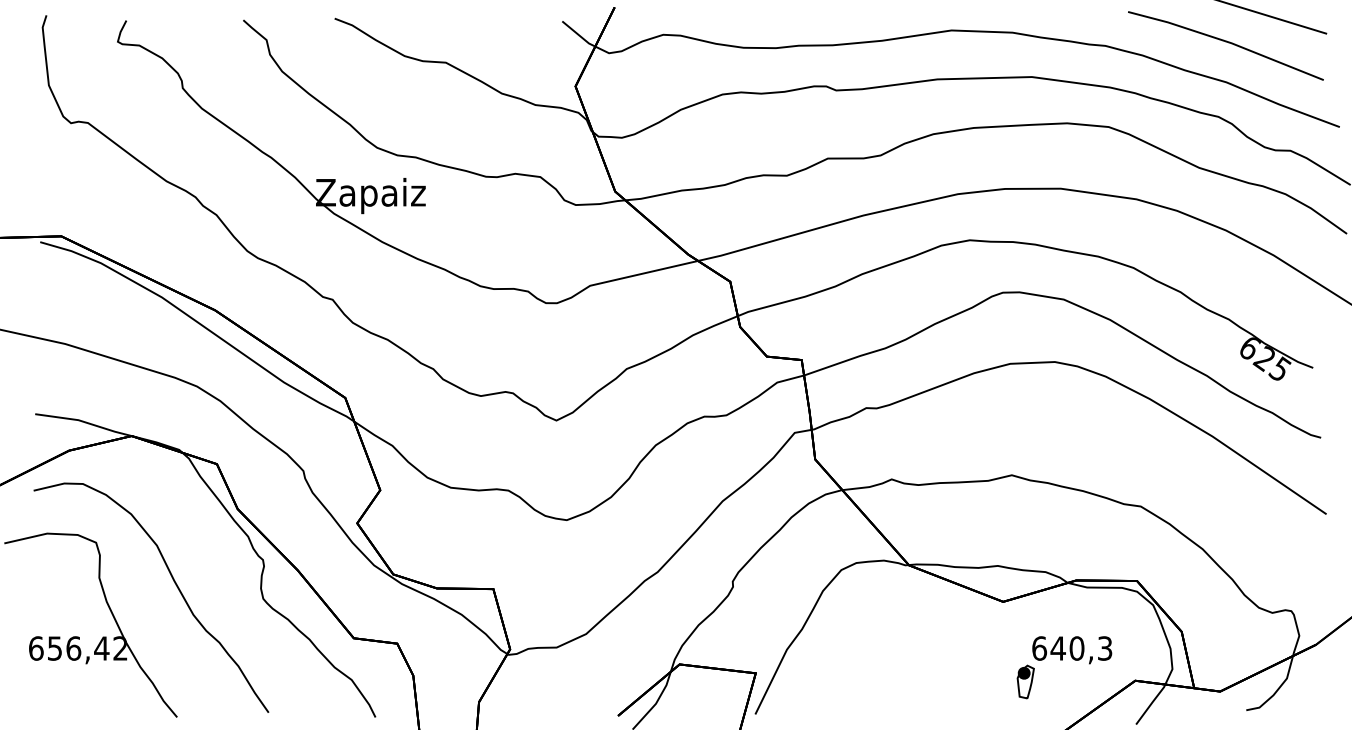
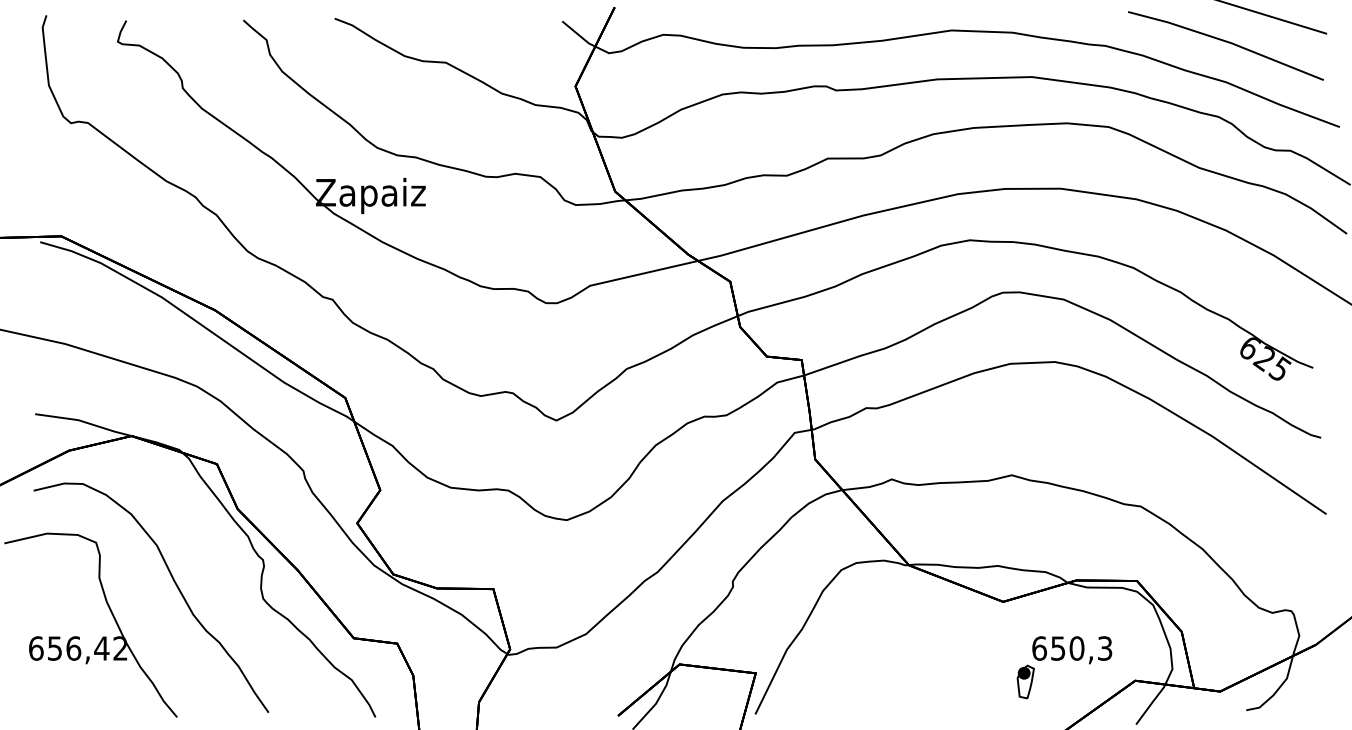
text at (1057, 648): 640,3 -> 650,3
